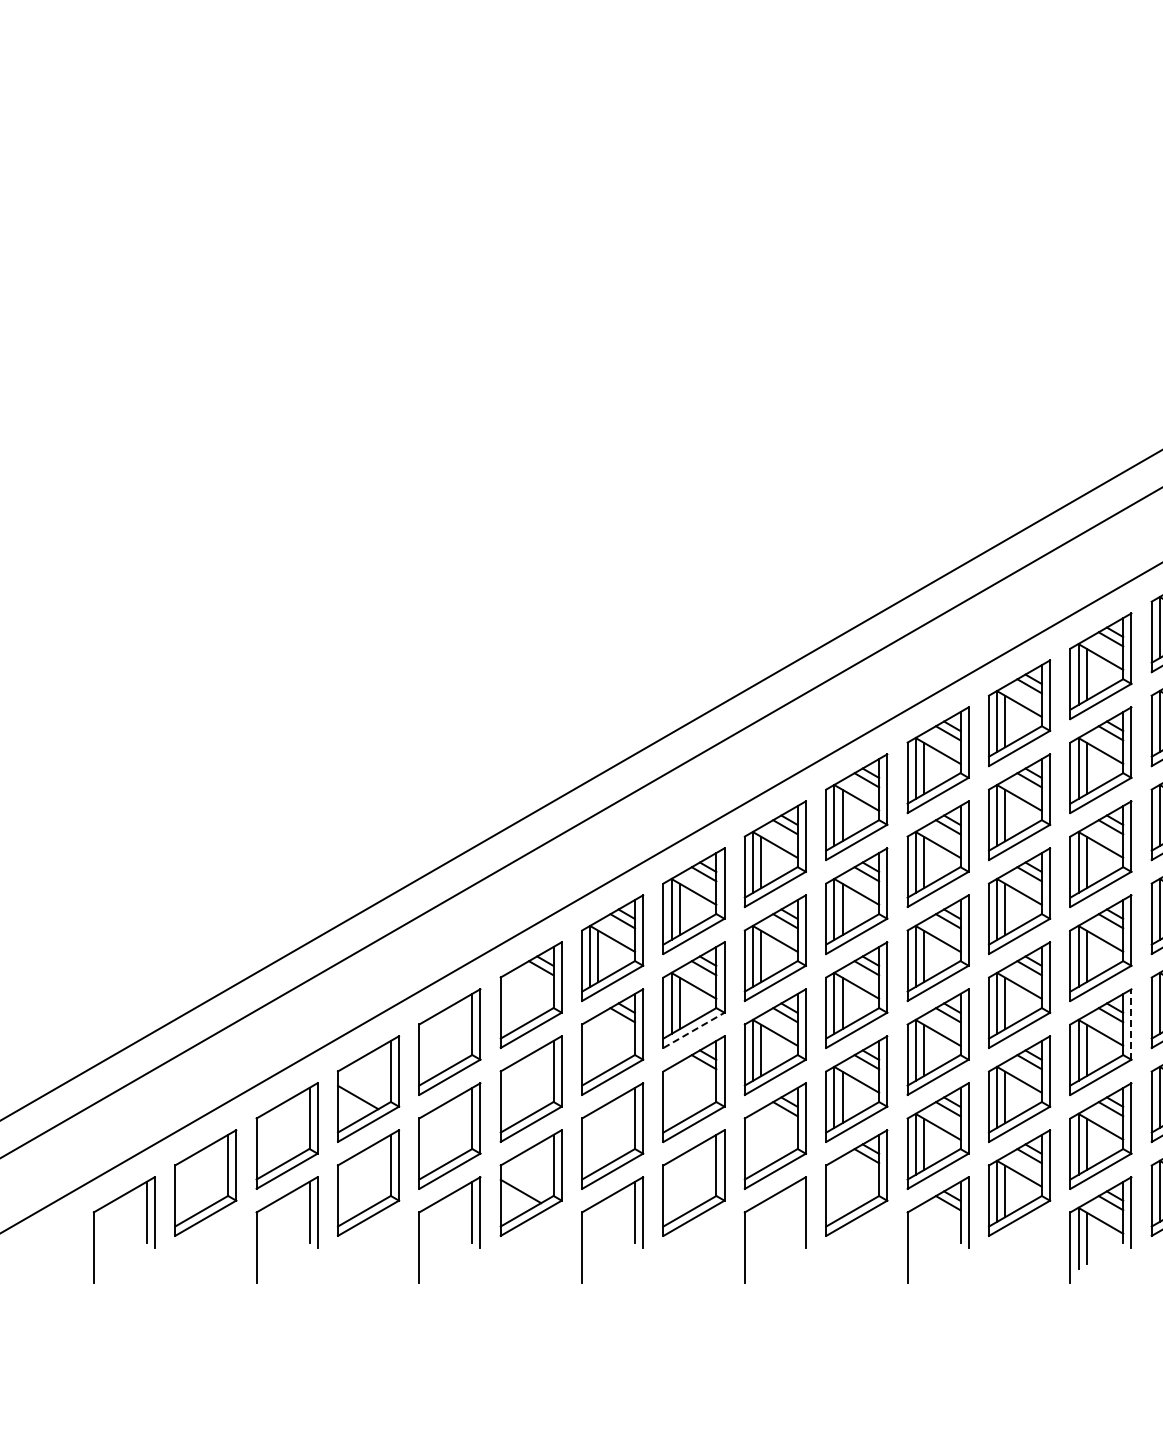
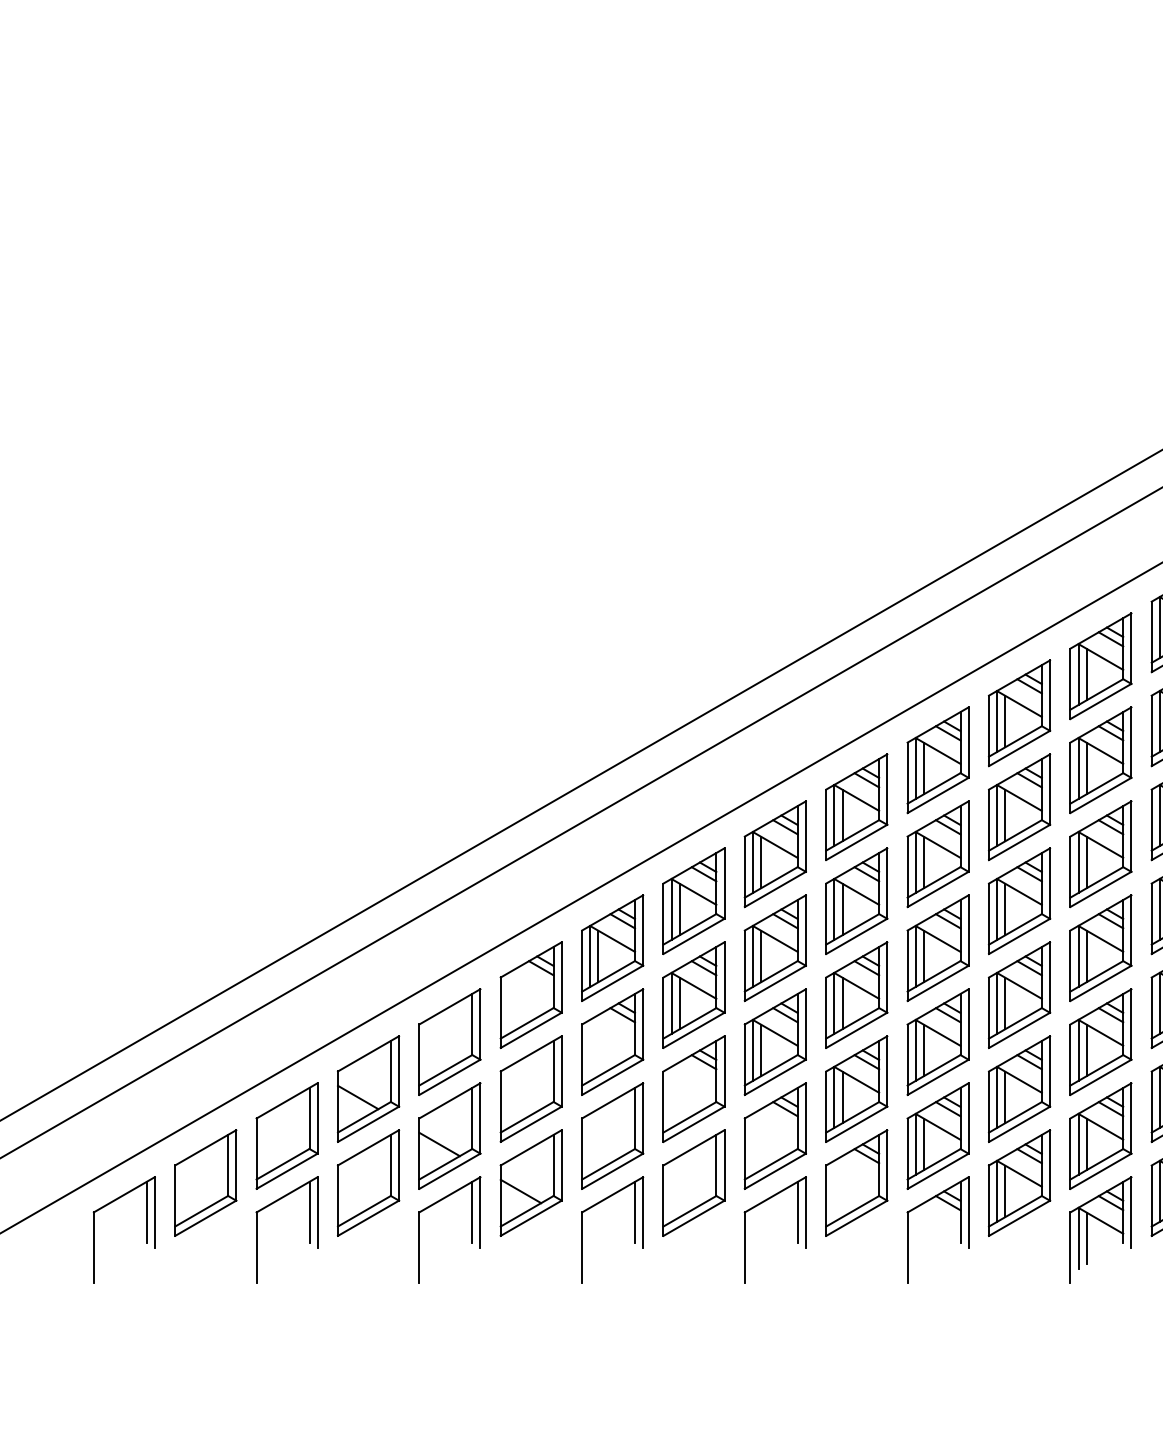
line at (1131, 1024): dashed -> solid
line at (694, 1030): dashed -> solid
line at (439, 1144): none -> present
line at (797, 1211): none -> present
